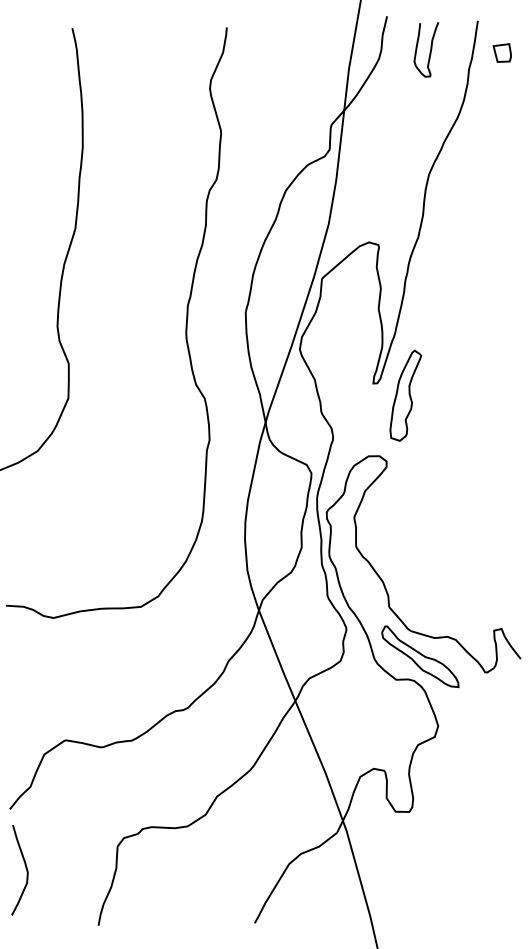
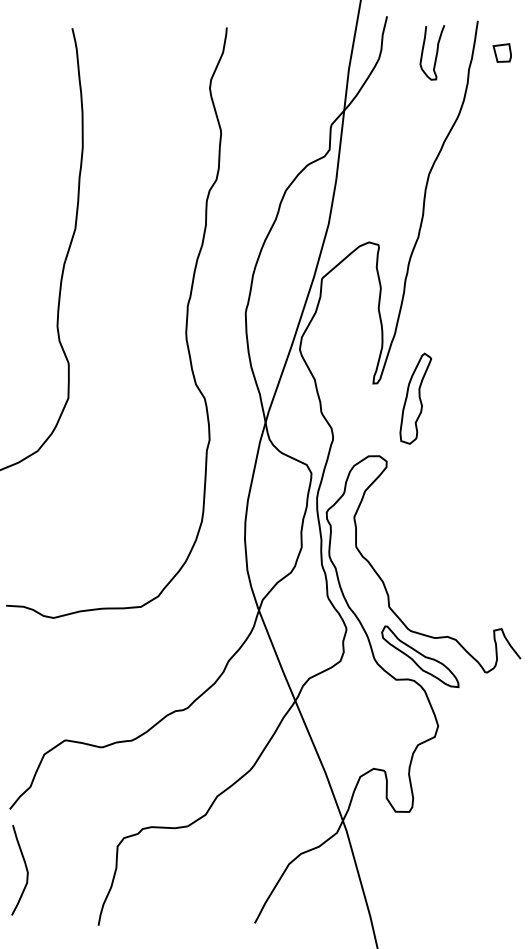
curve at (430, 49) position: (430, 49) -> (436, 52)
part at (405, 395) position: (405, 395) -> (415, 398)
